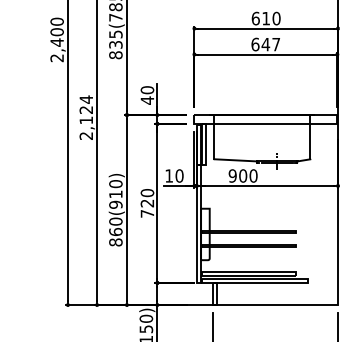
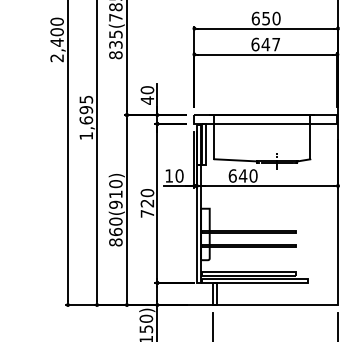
text at (265, 18): 610 -> 650
text at (86, 117): 2,124 -> 1,695
text at (237, 175): 900 -> 640
